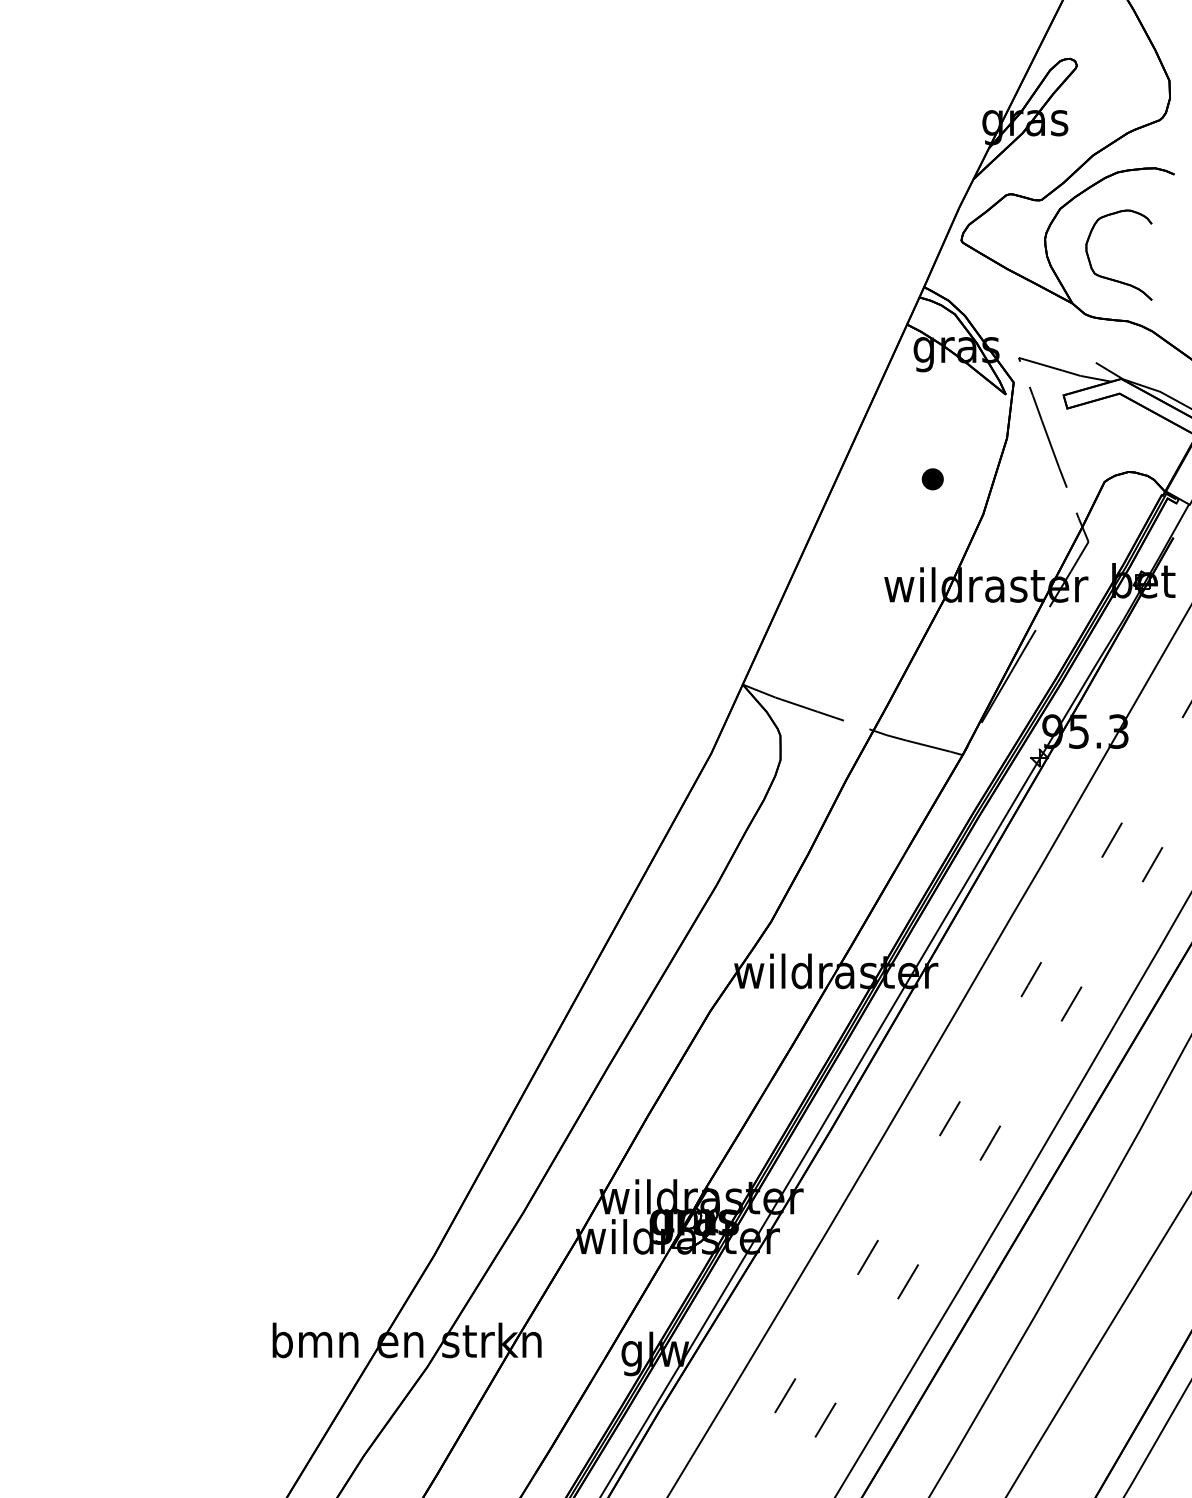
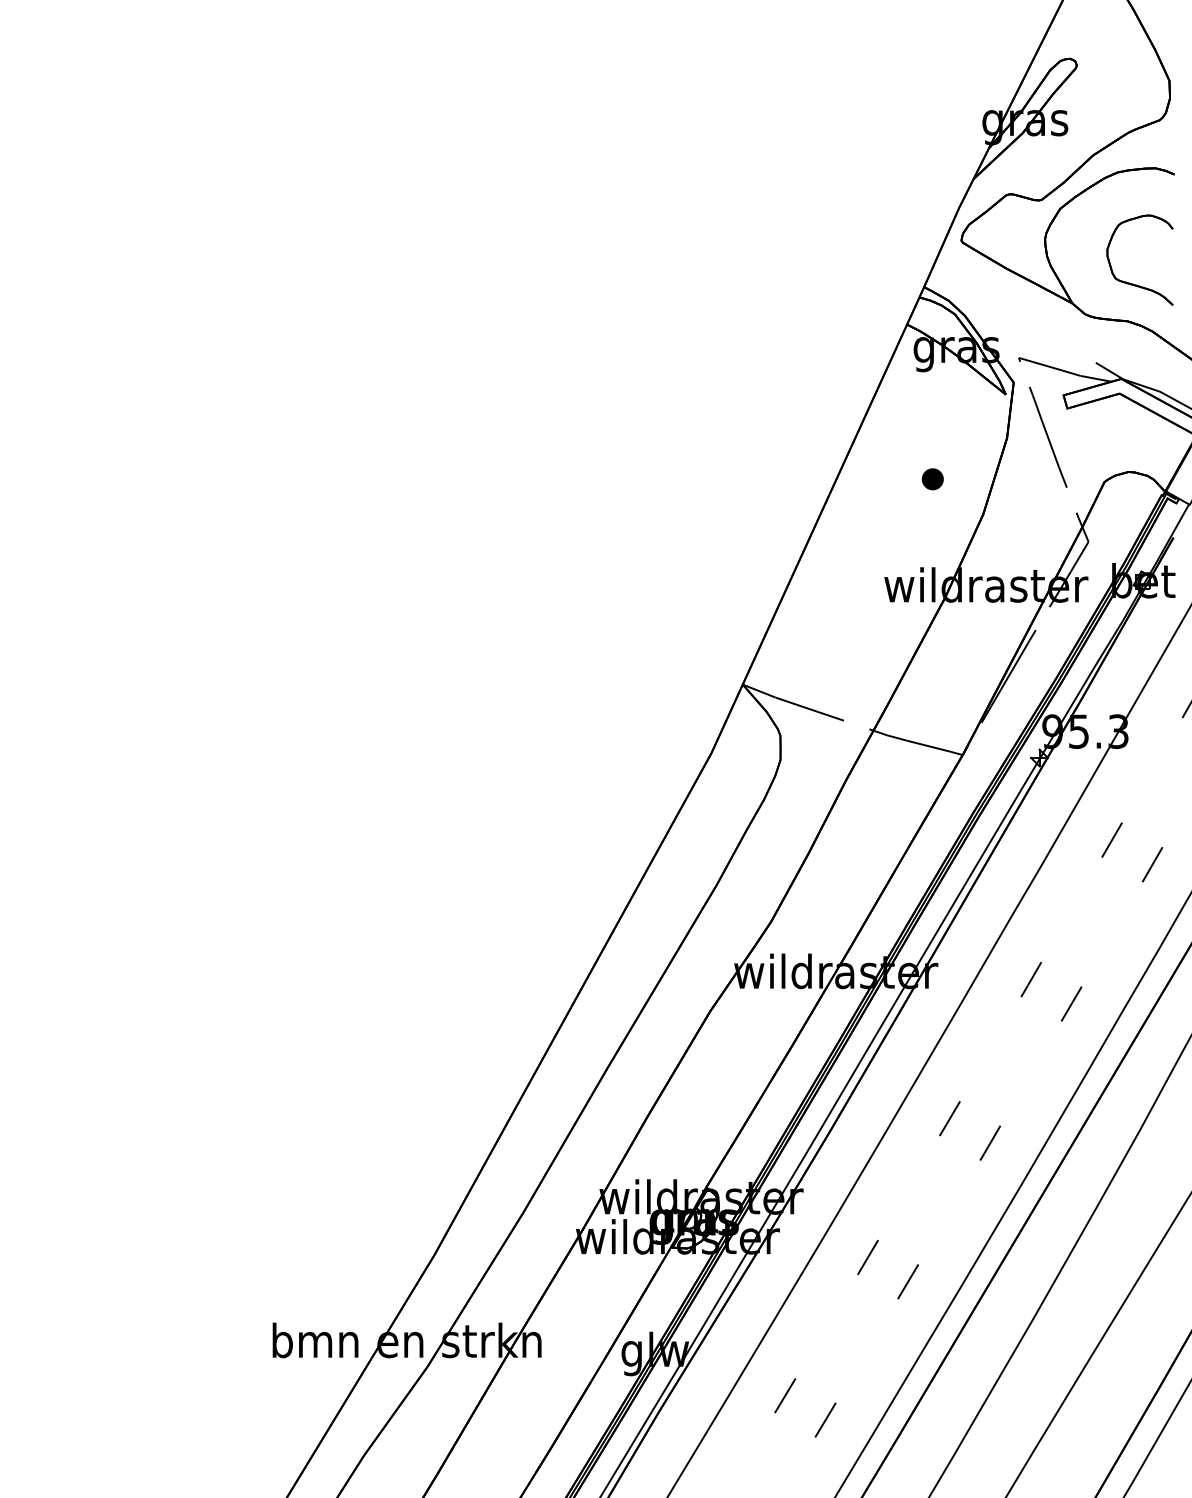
part at (1112, 278) position: (1112, 278) -> (1133, 283)
